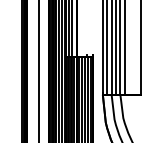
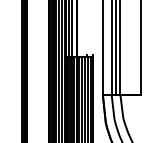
line at (107, 48): present -> none
line at (124, 48): present -> none
line at (38, 70): present -> none
